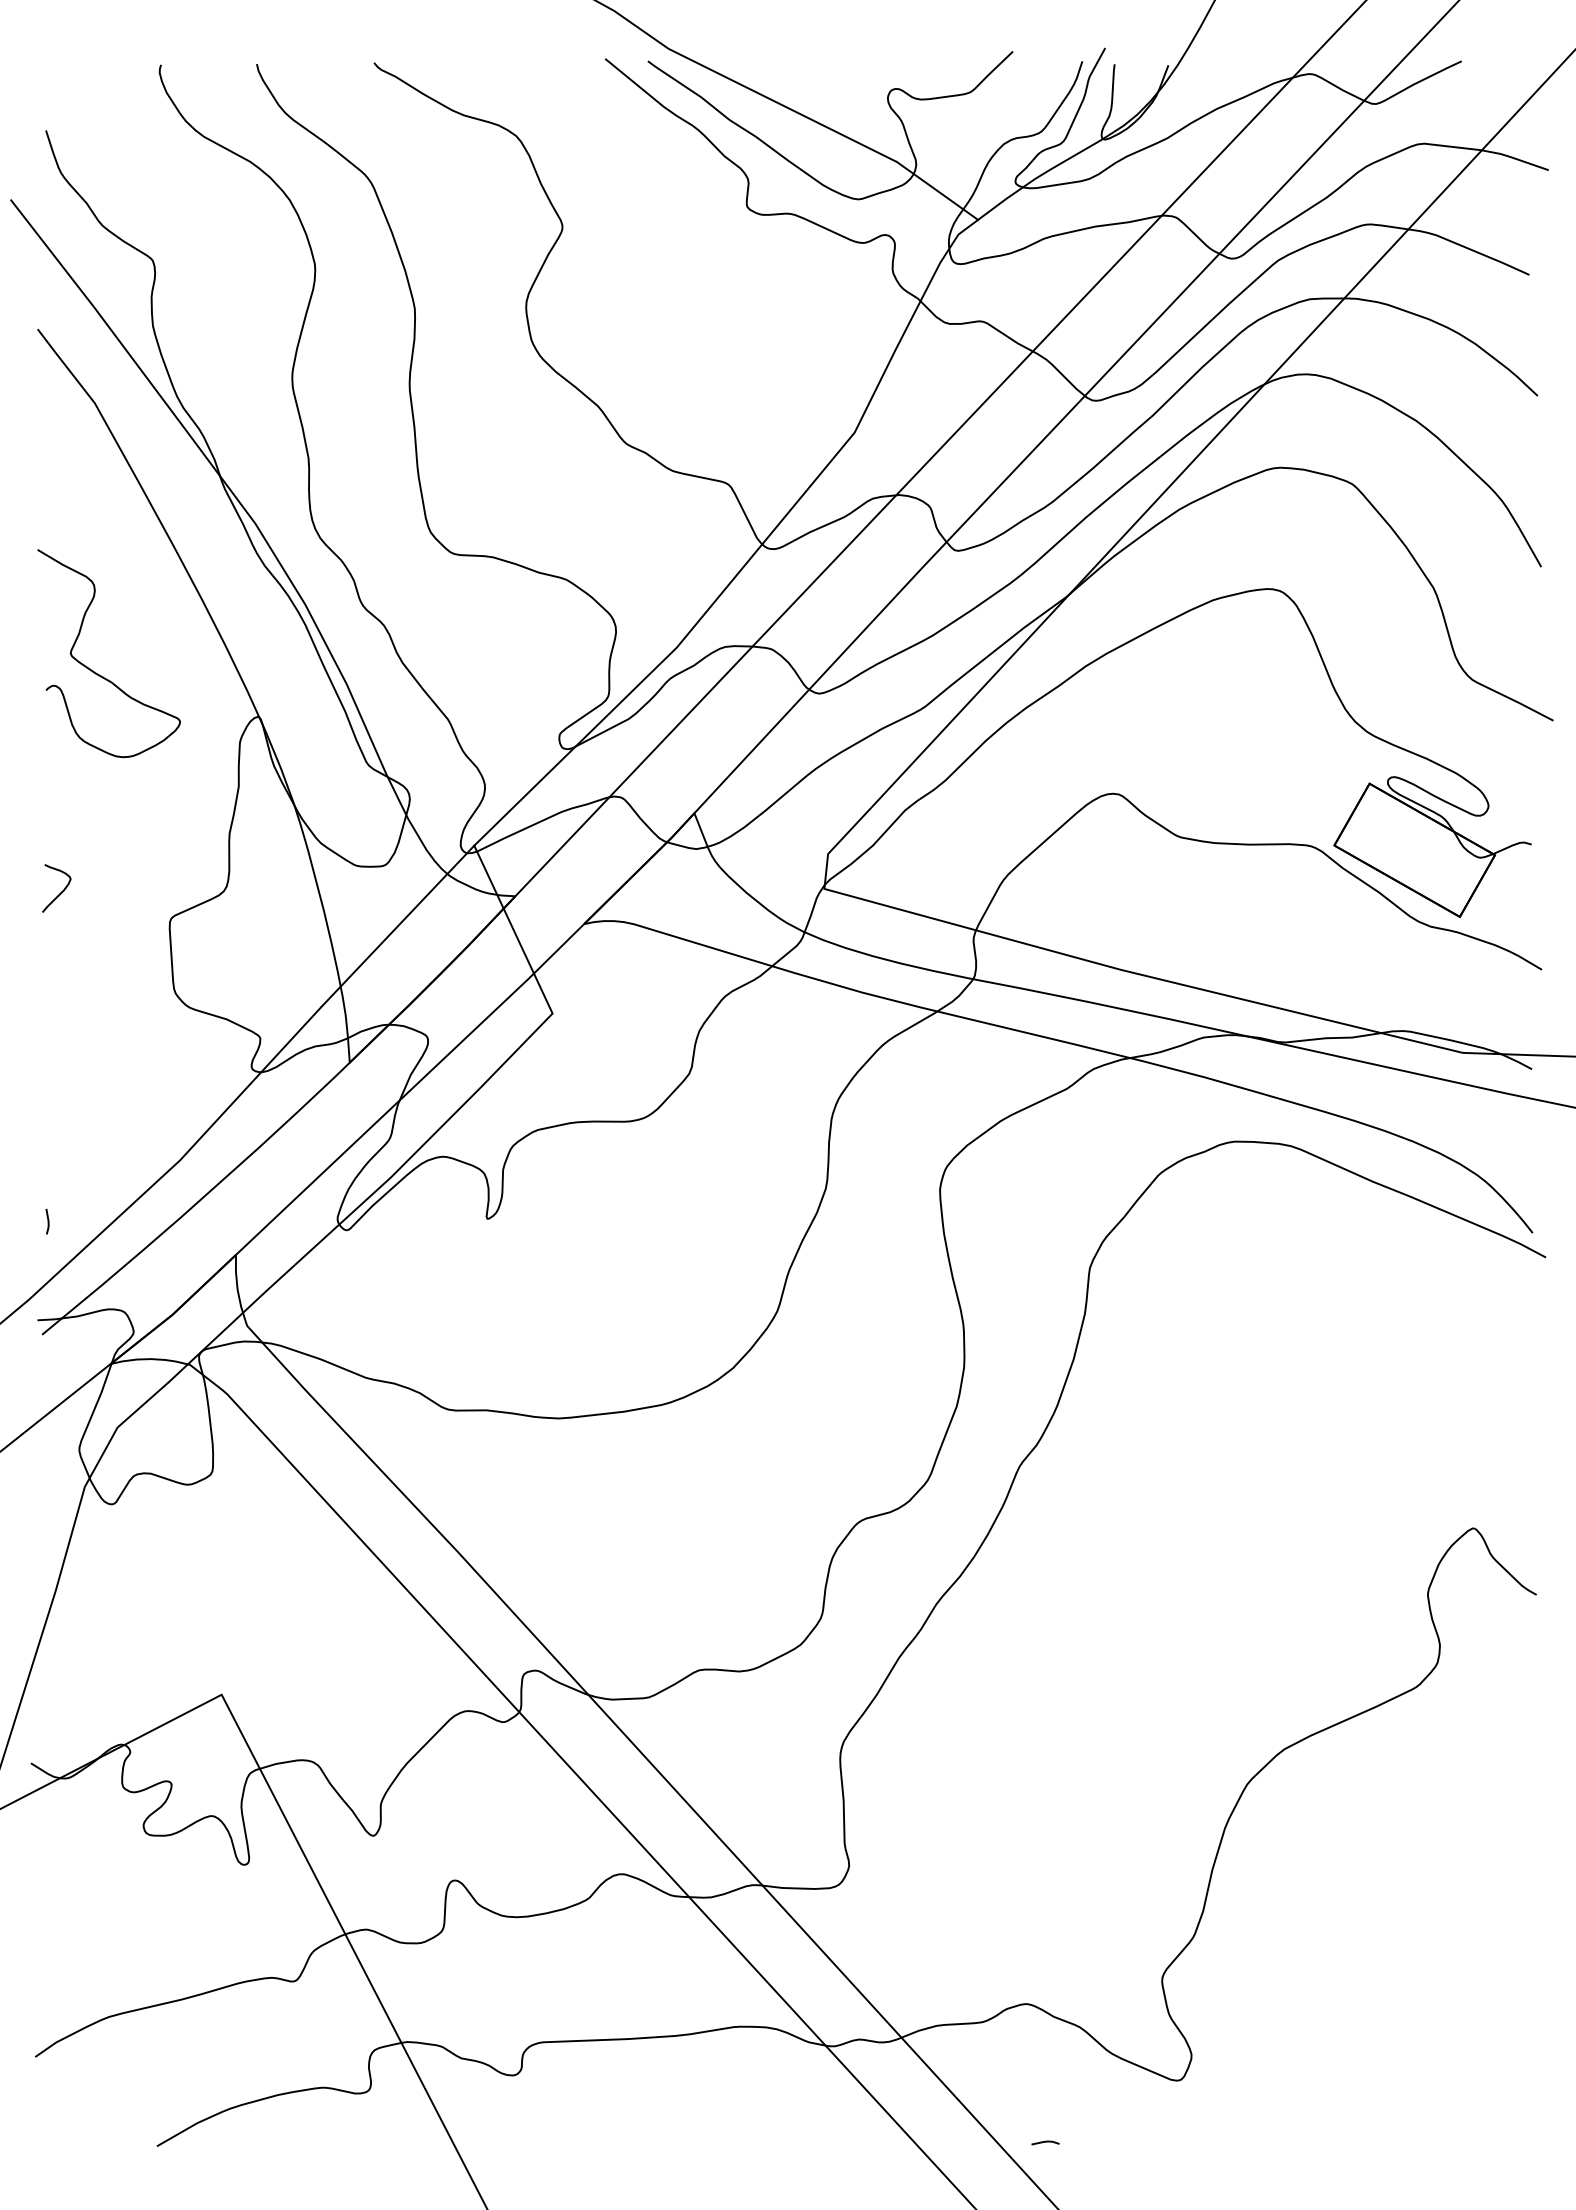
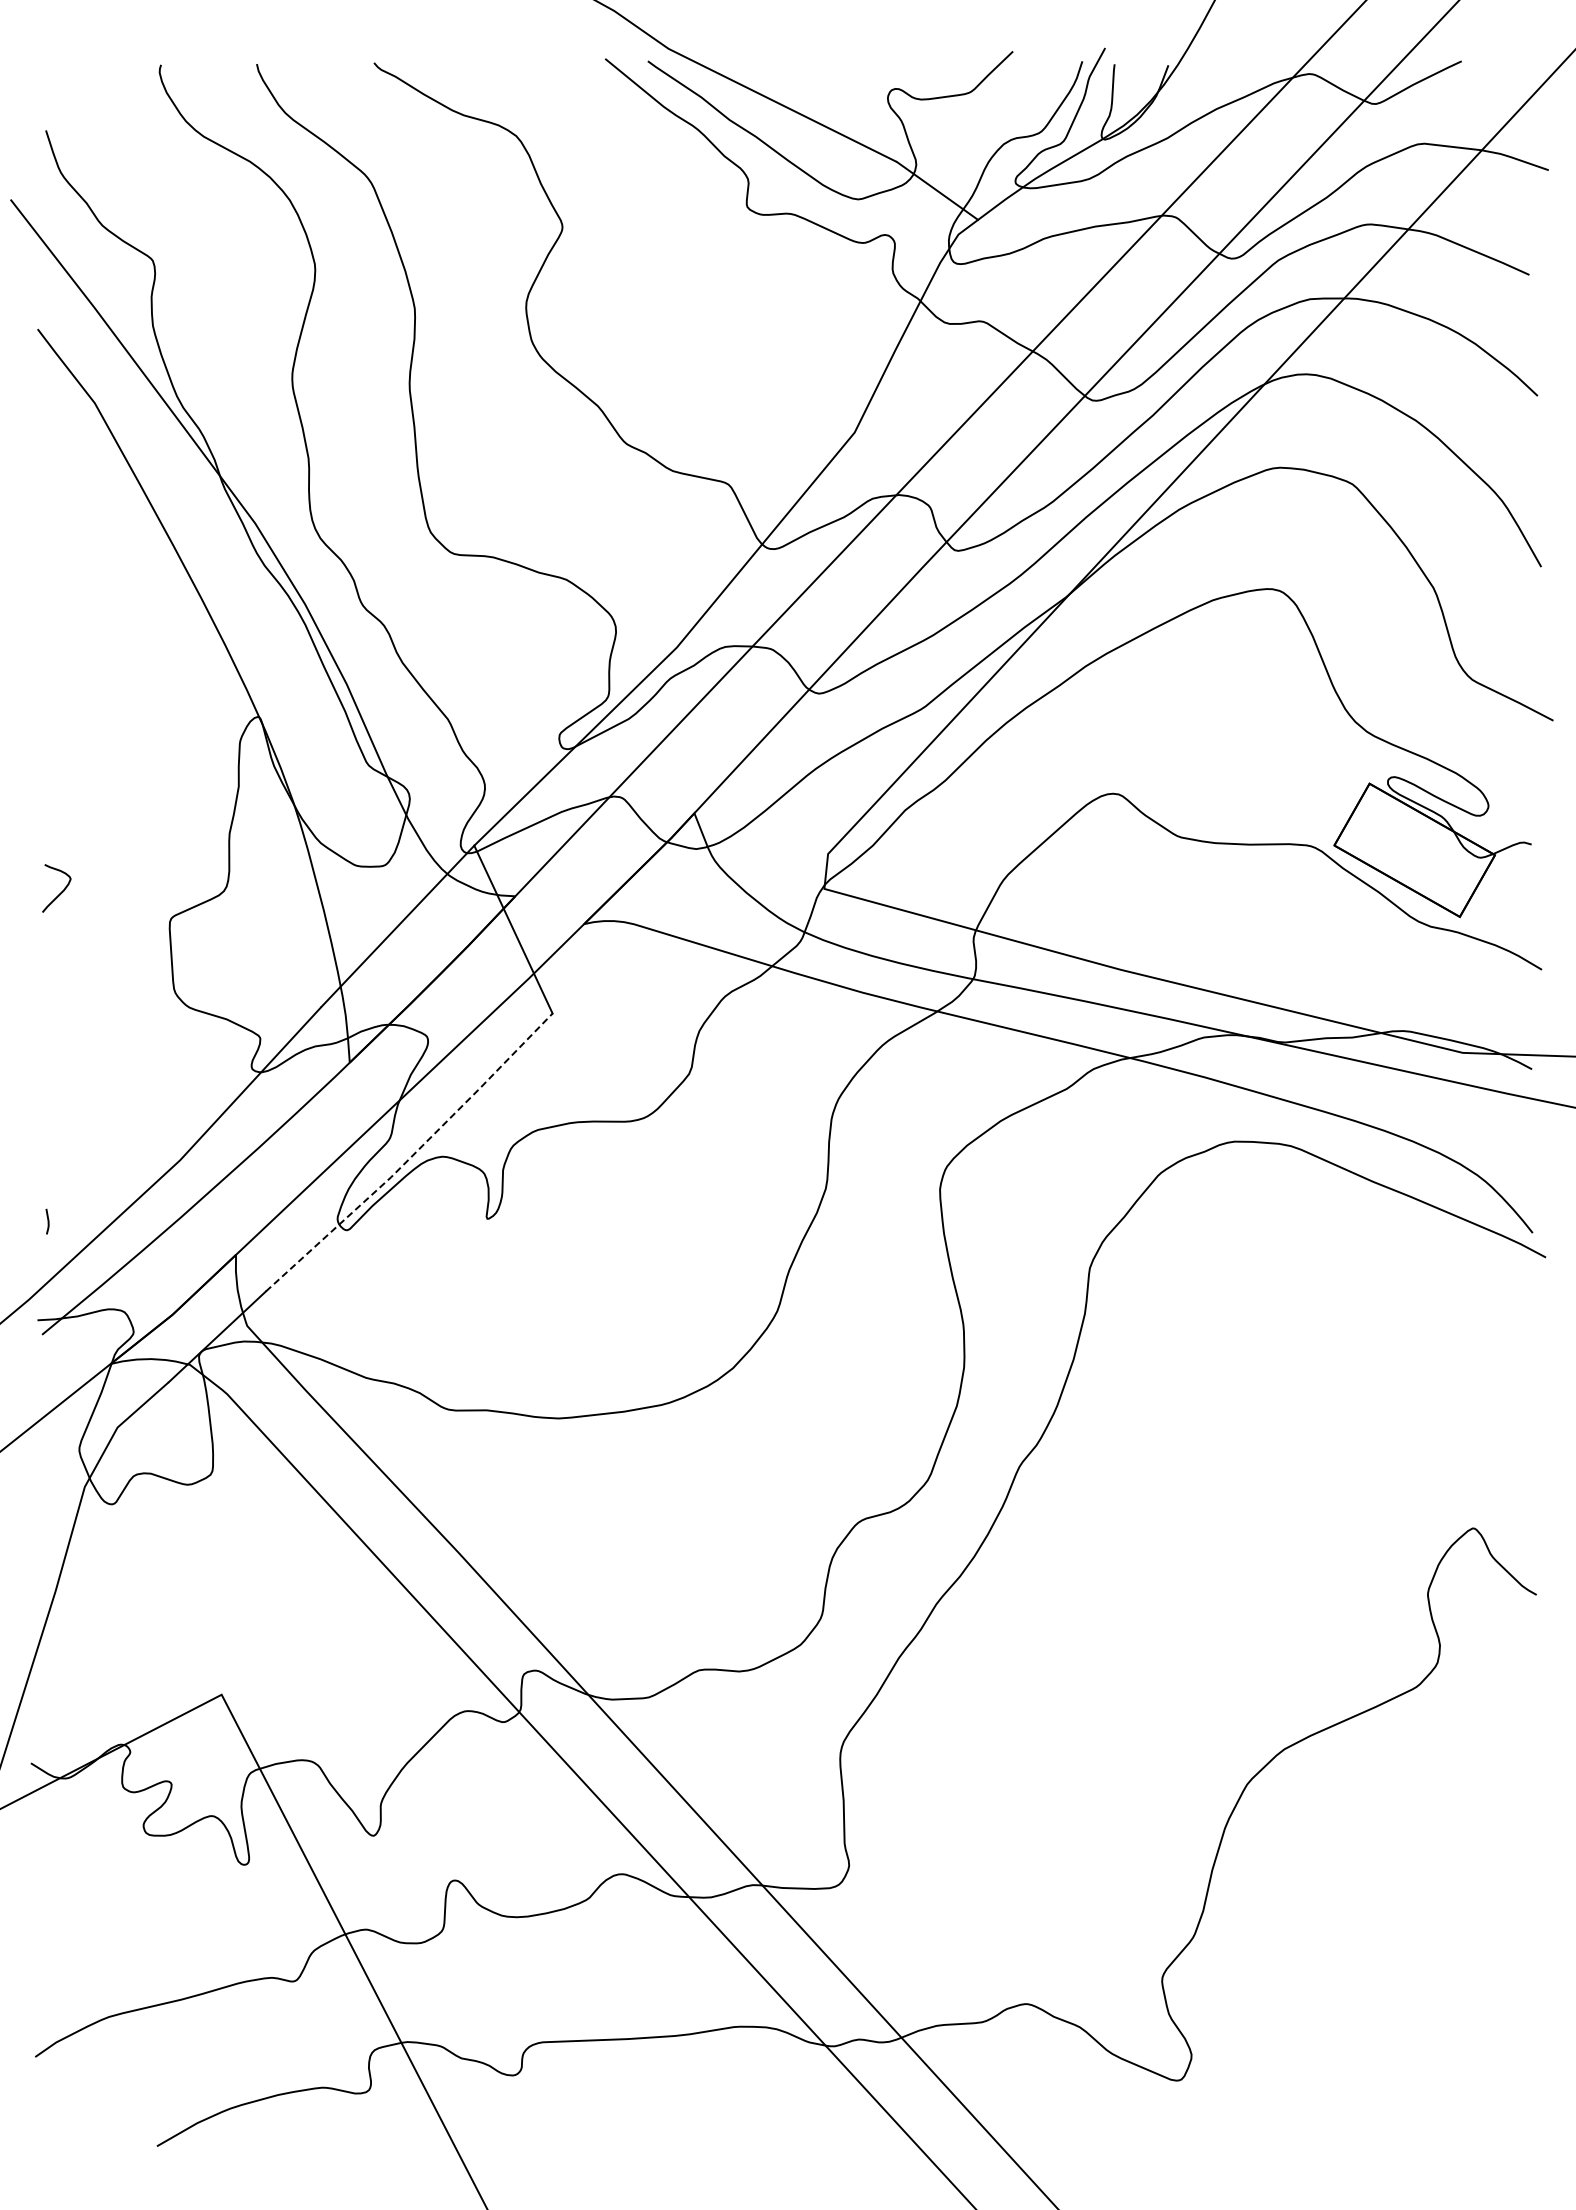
curve at (98, 673): present -> none
line at (412, 1155): solid -> dashed
line at (1045, 2142): present -> none
